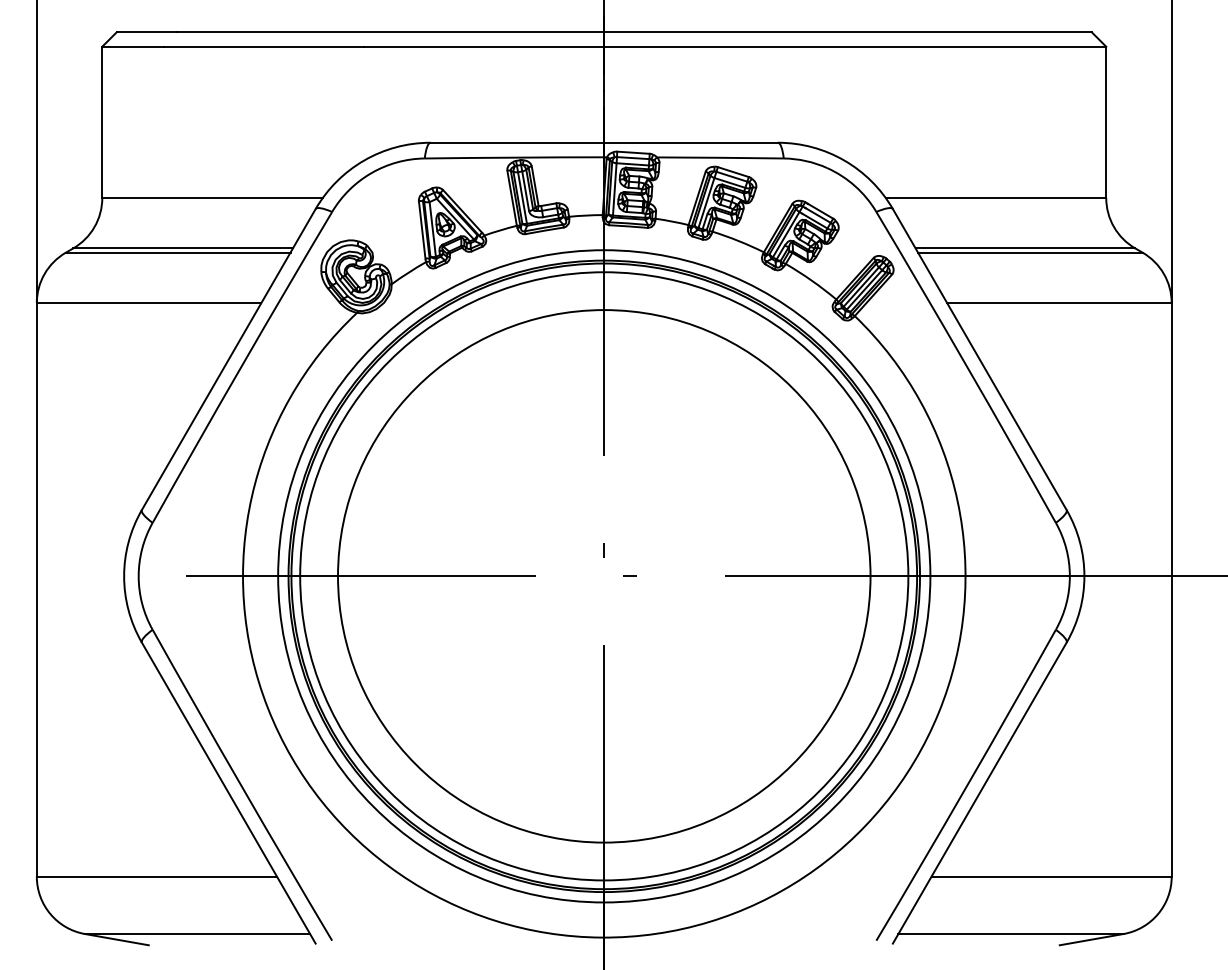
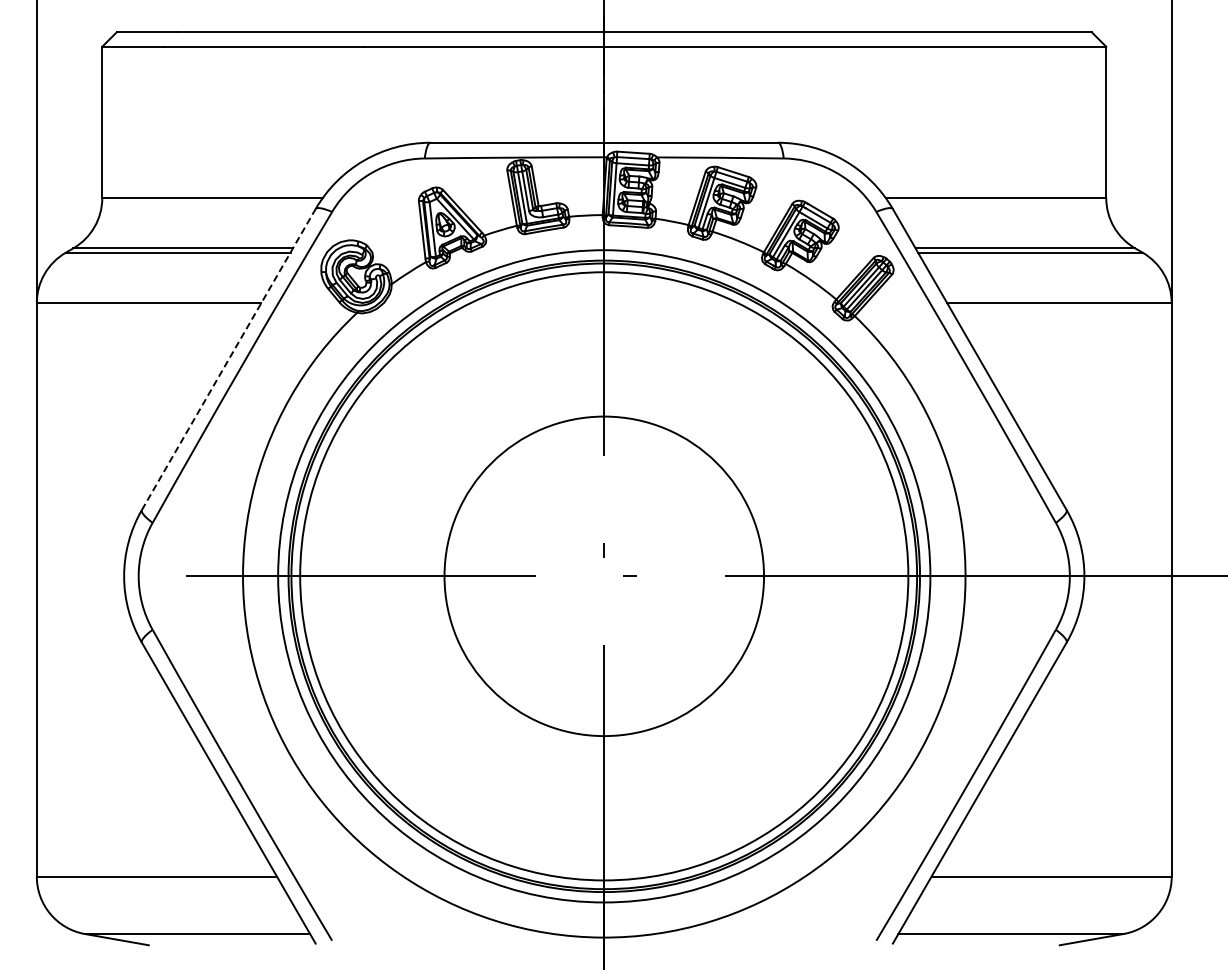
line at (228, 359): solid -> dashed
circle at (604, 576) diameter: 533 px -> 320 px
